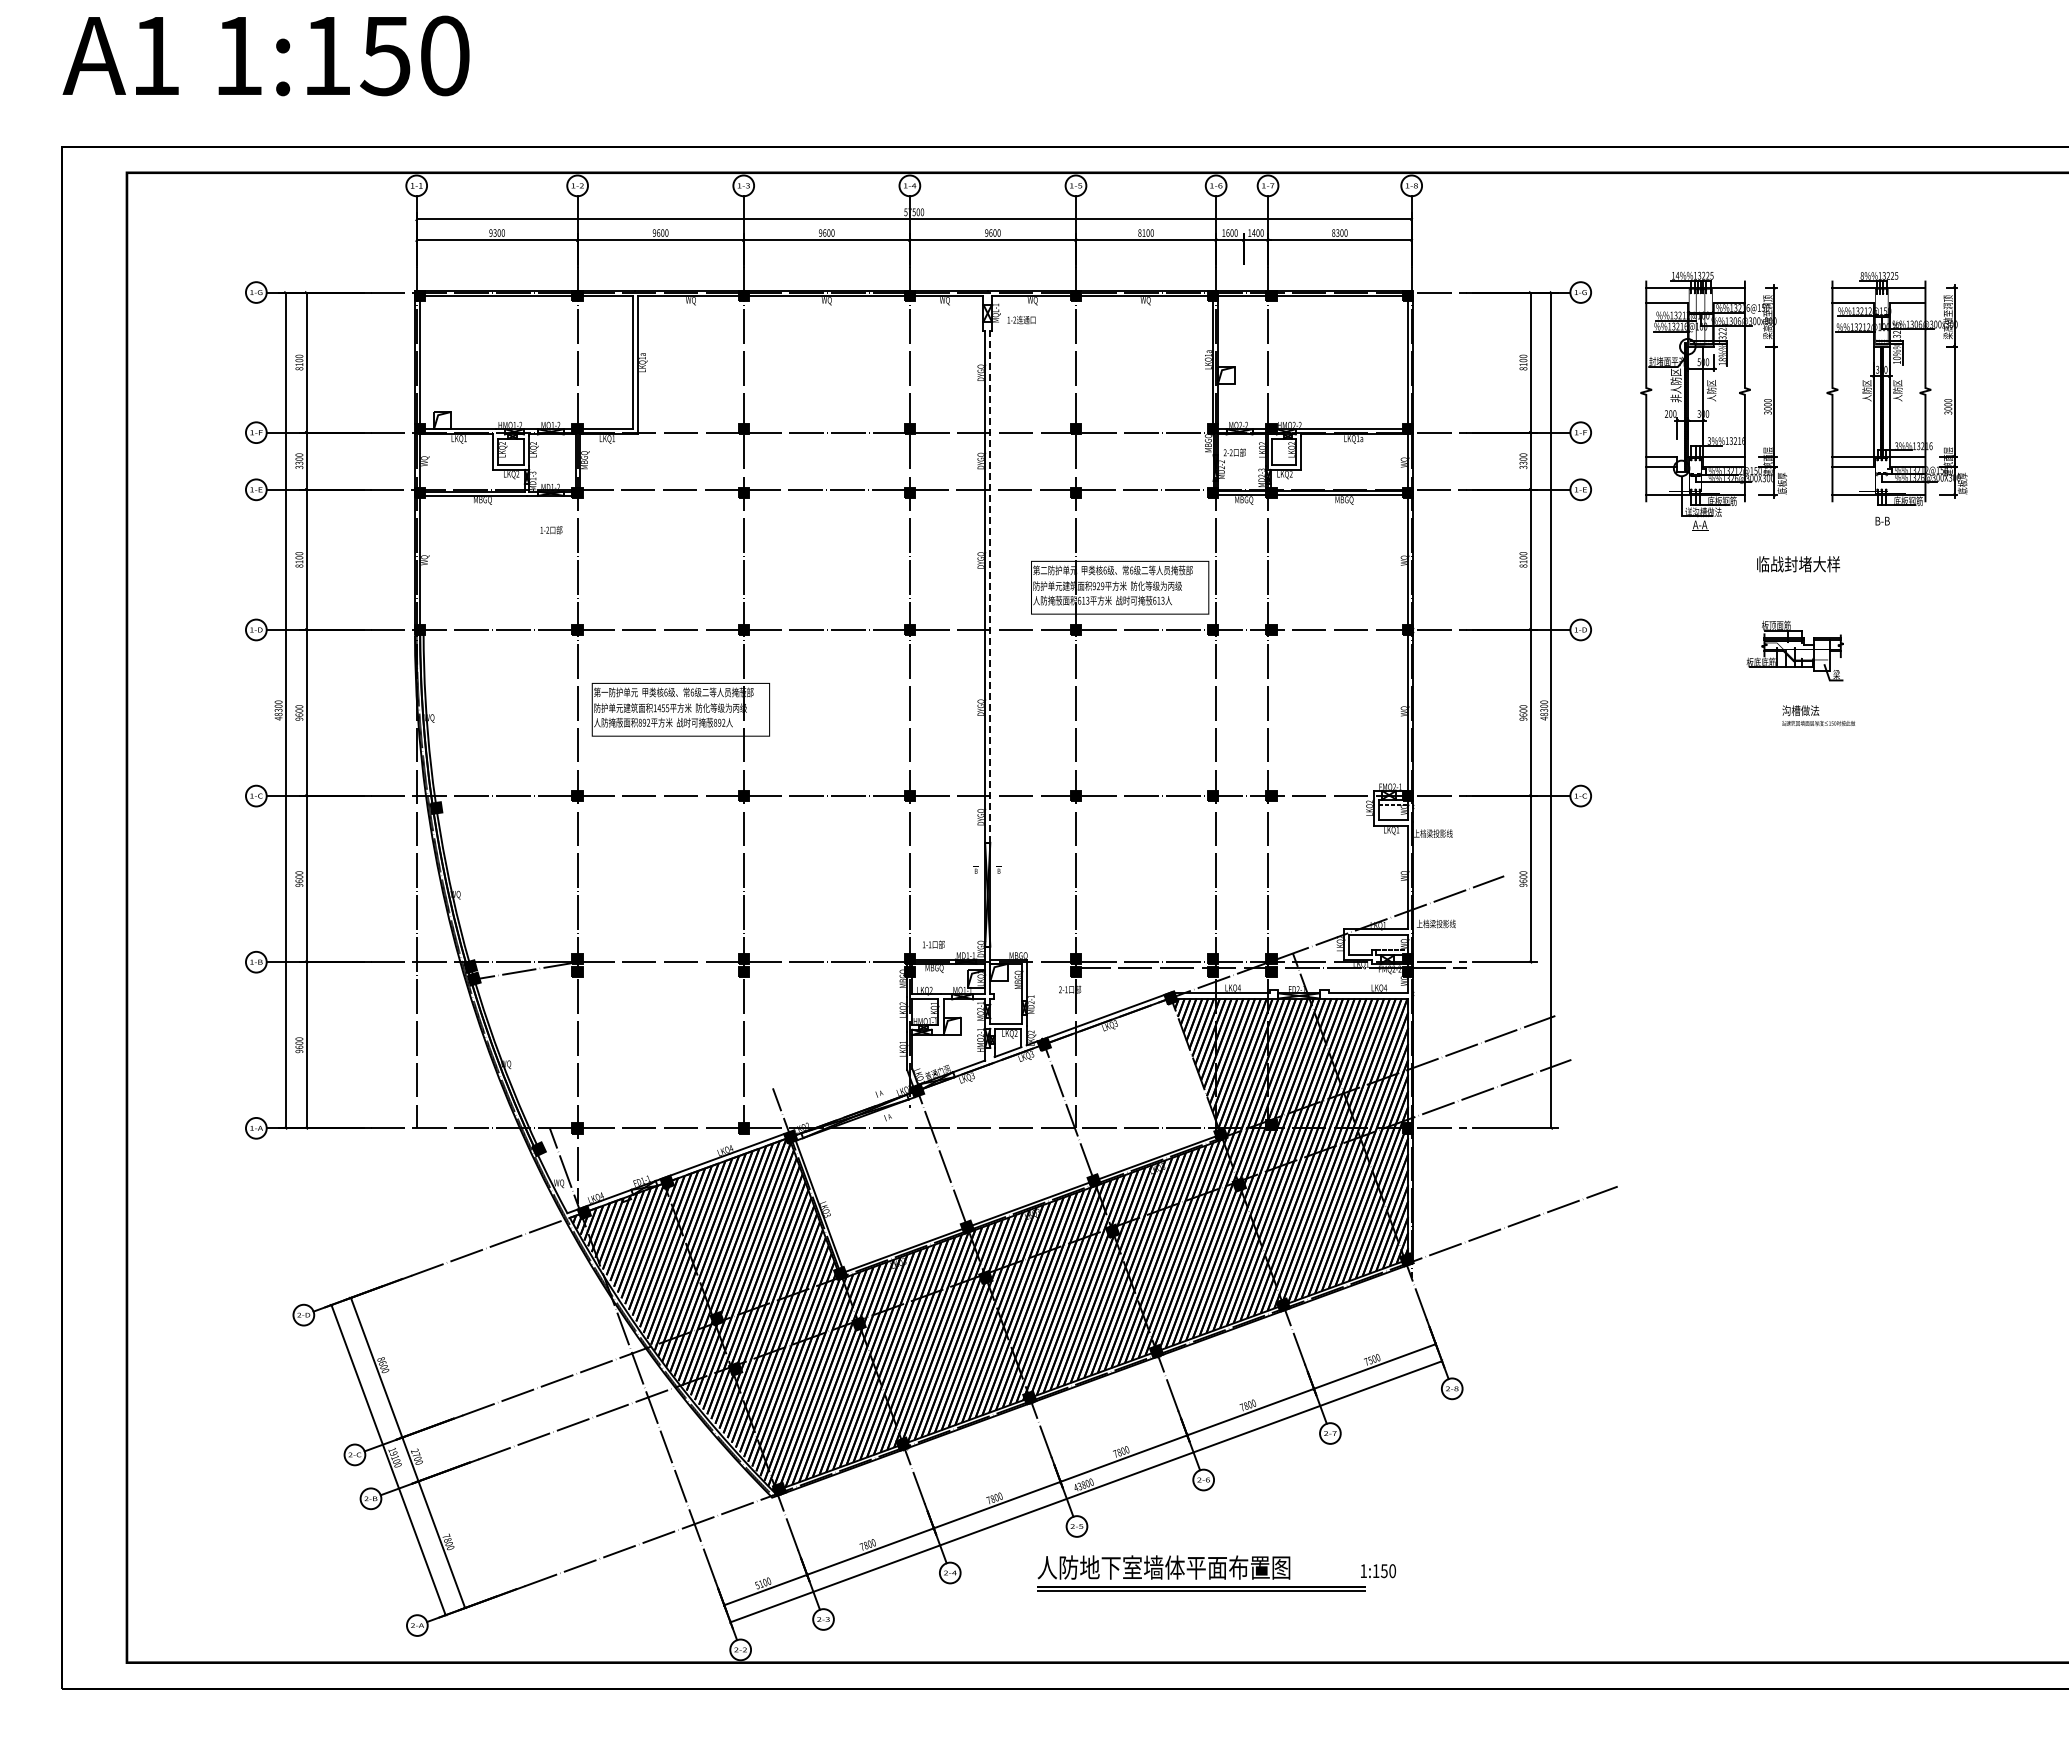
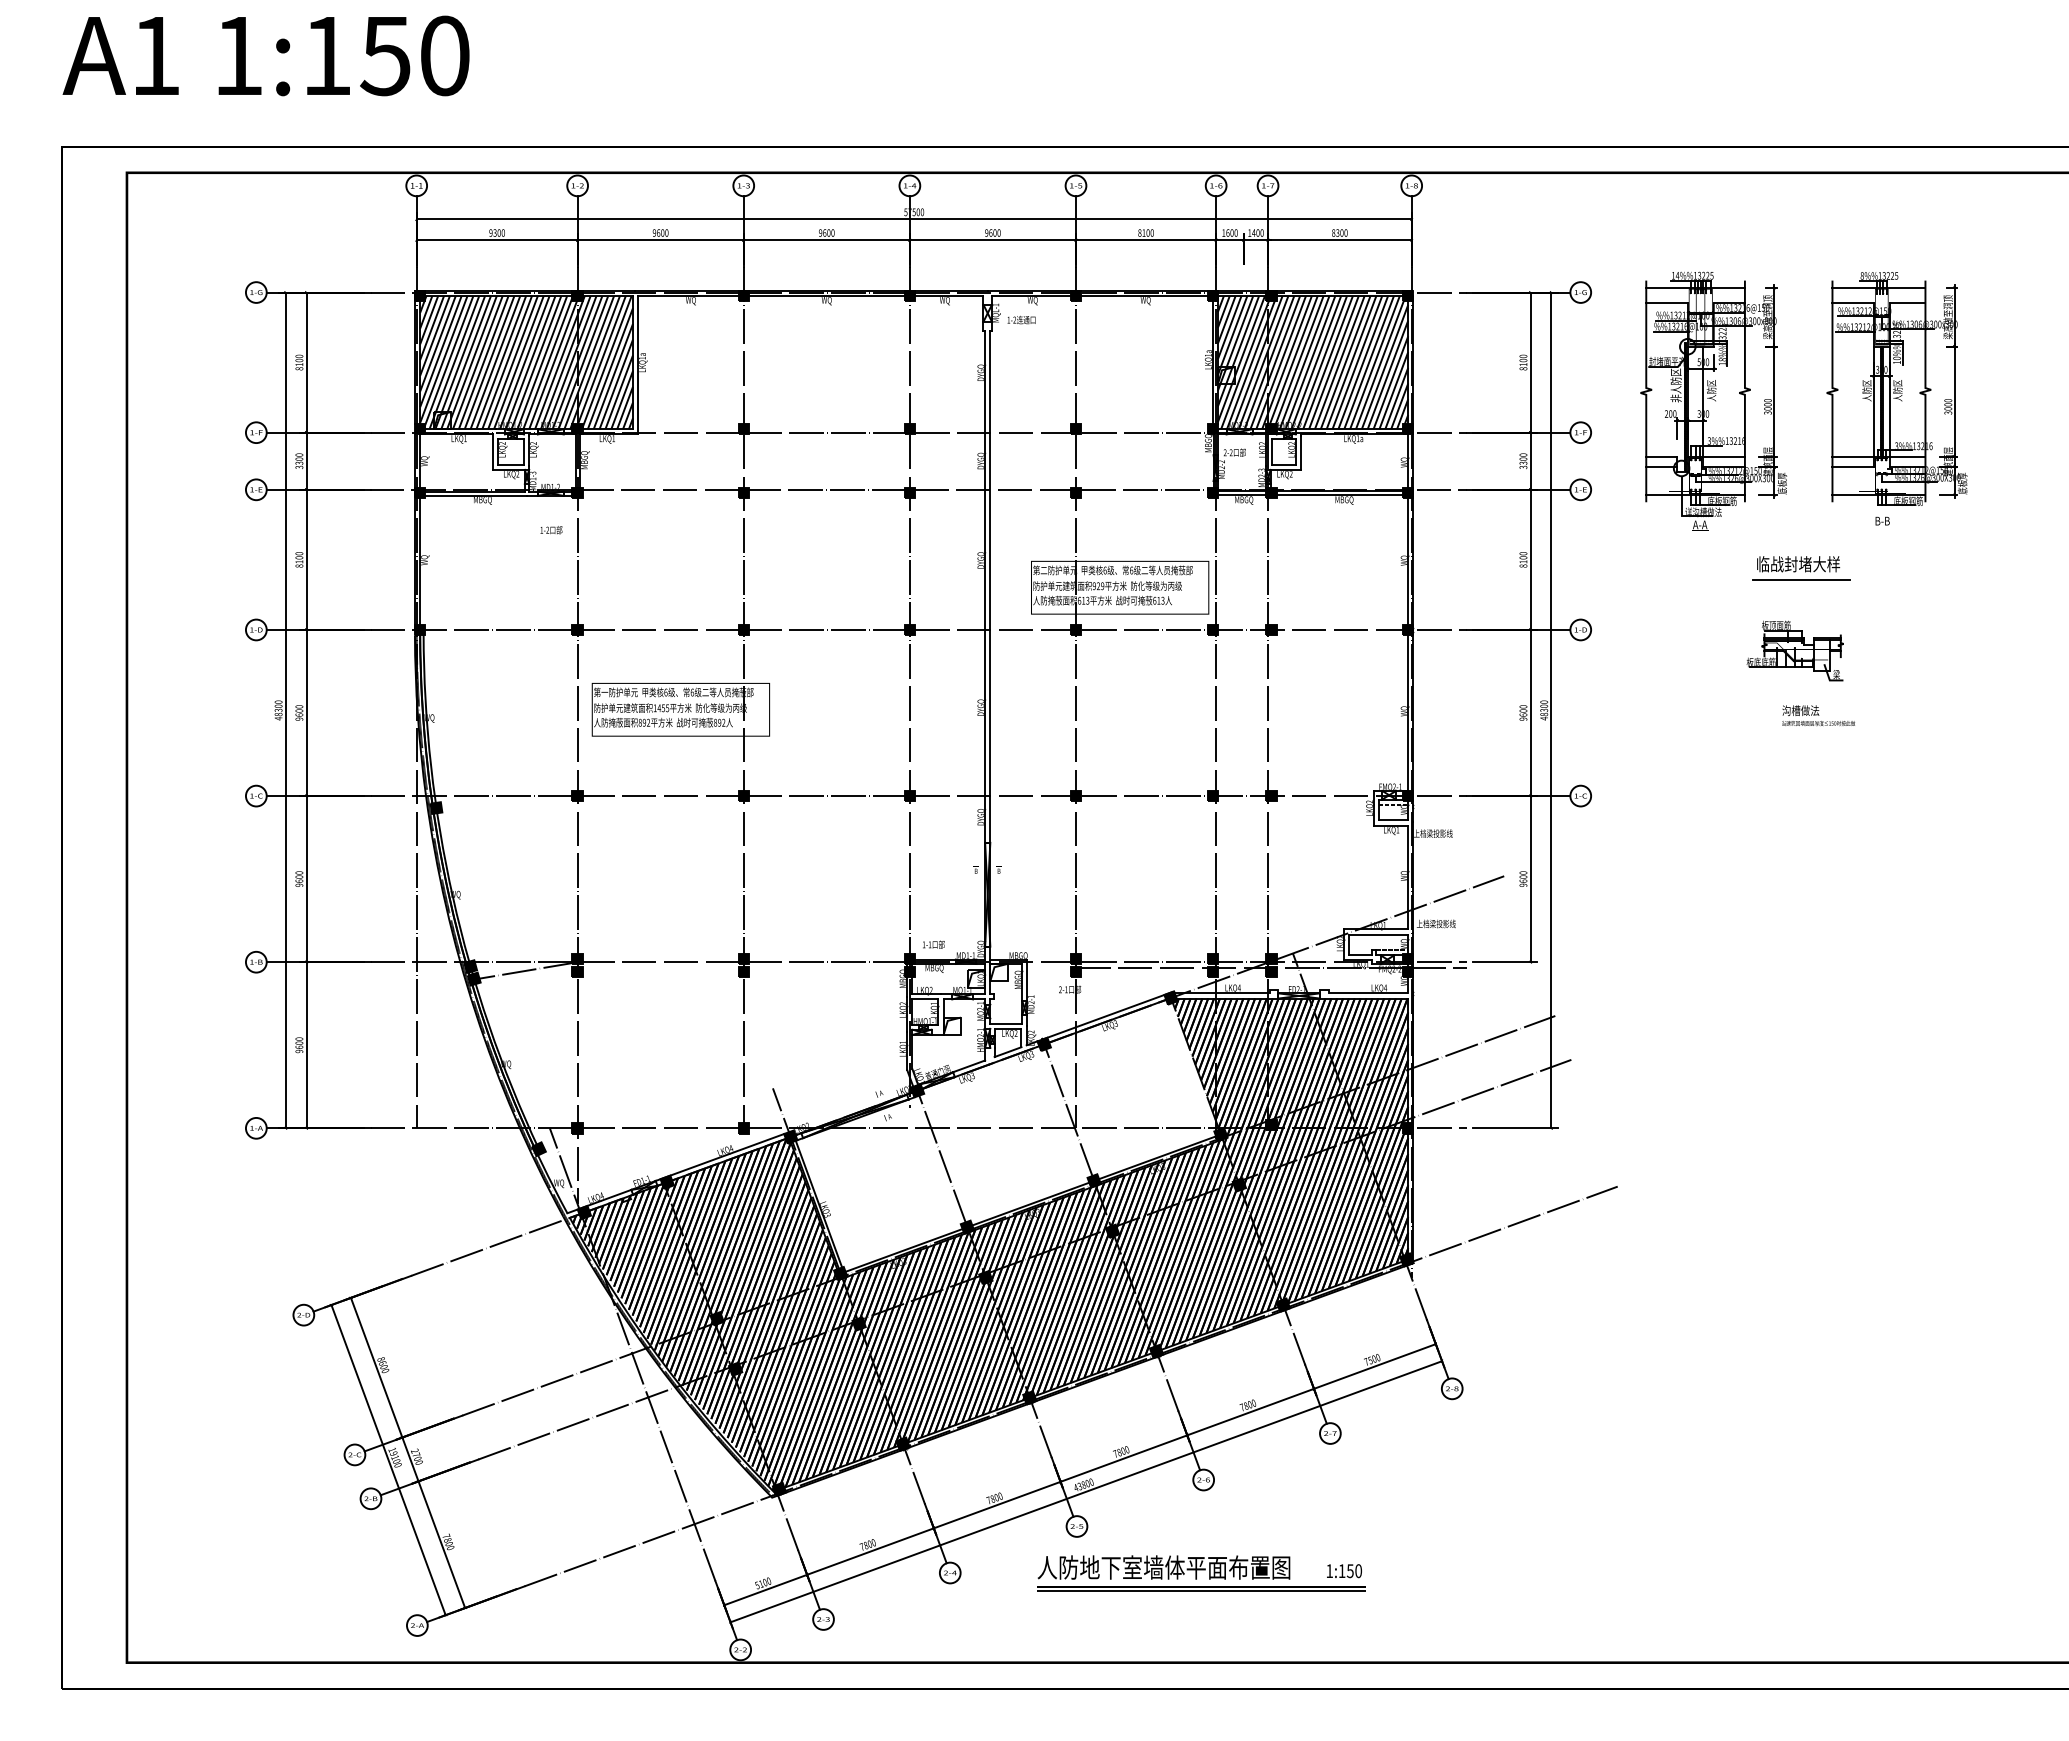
hatch at (526, 362): none -> present
hatch at (1312, 362): none -> present
line at (1801, 579): none -> present
line at (990, 586): dashed -> solid
text at (1378, 1571) position: (1378, 1571) -> (1344, 1571)
